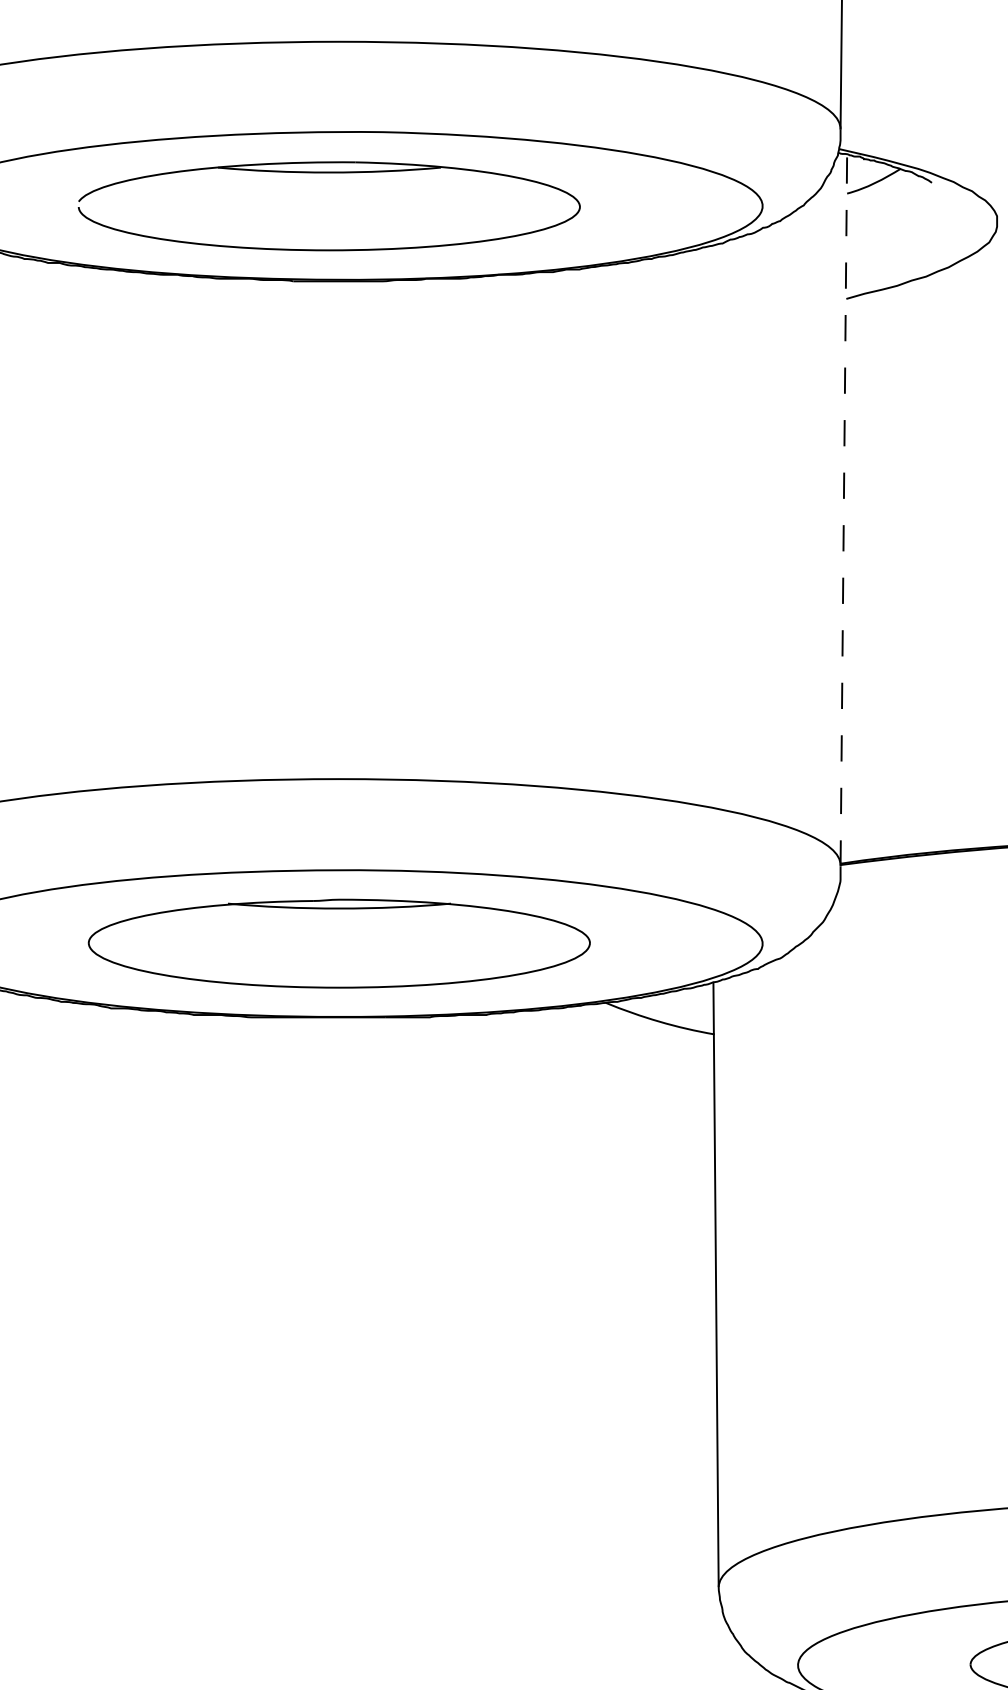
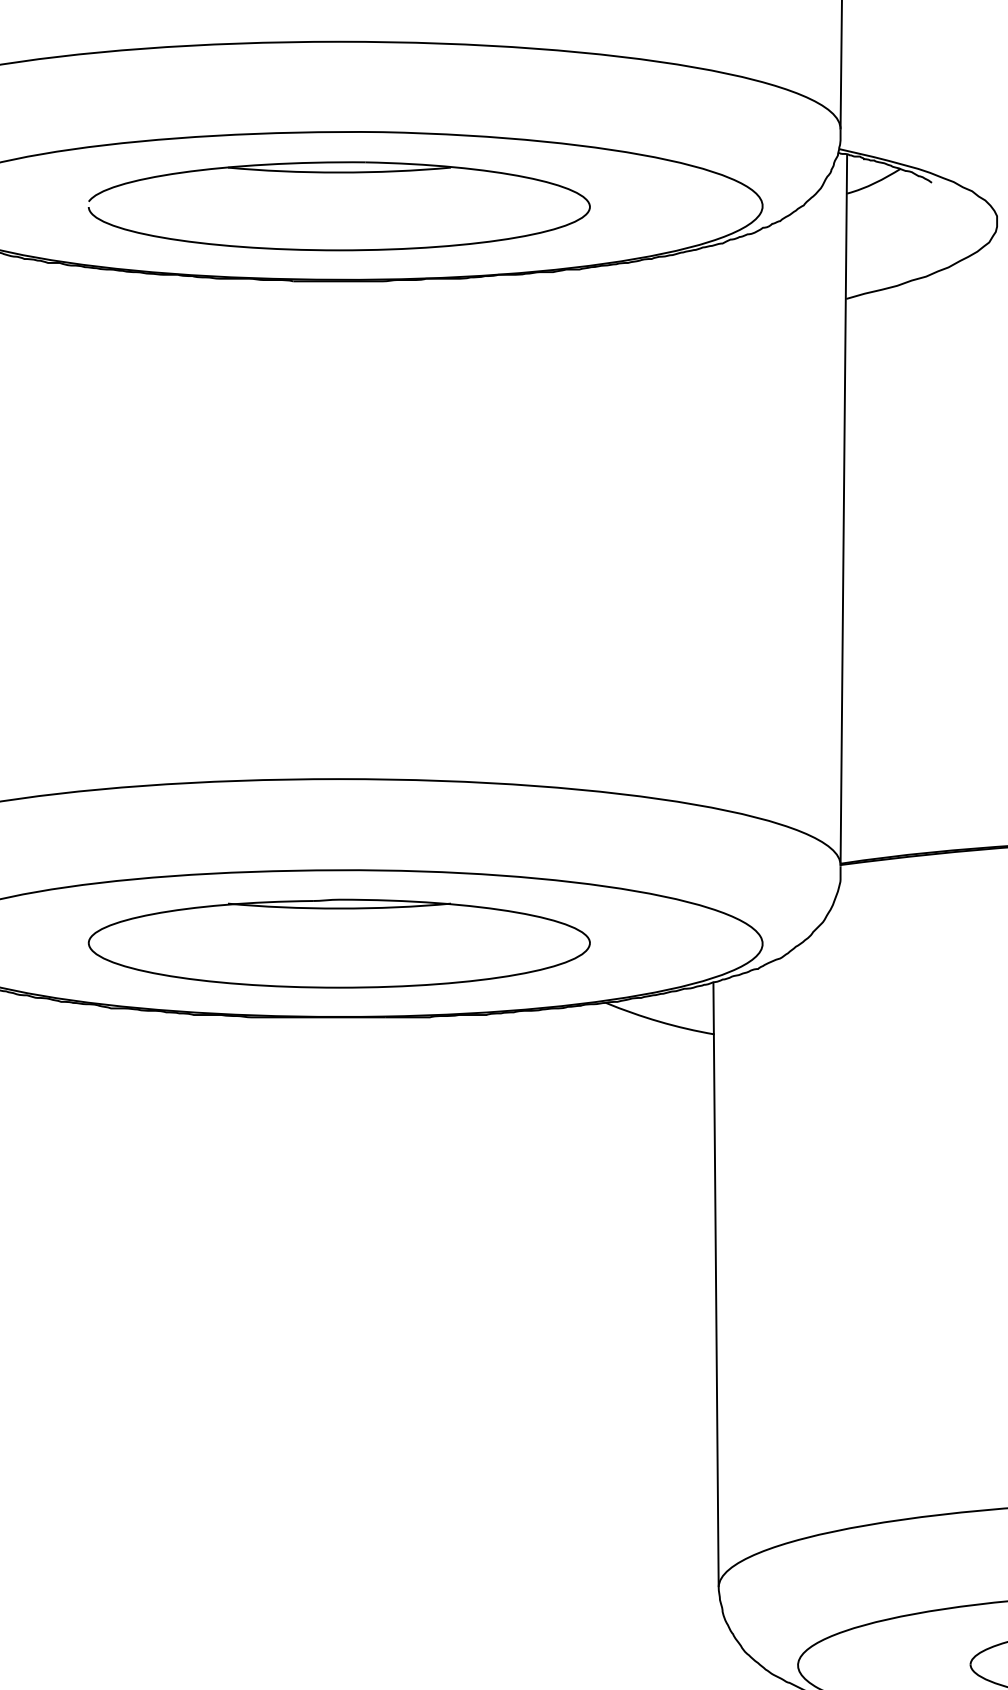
part at (328, 173) position: (328, 173) -> (338, 173)
line at (843, 509): dashed -> solid
